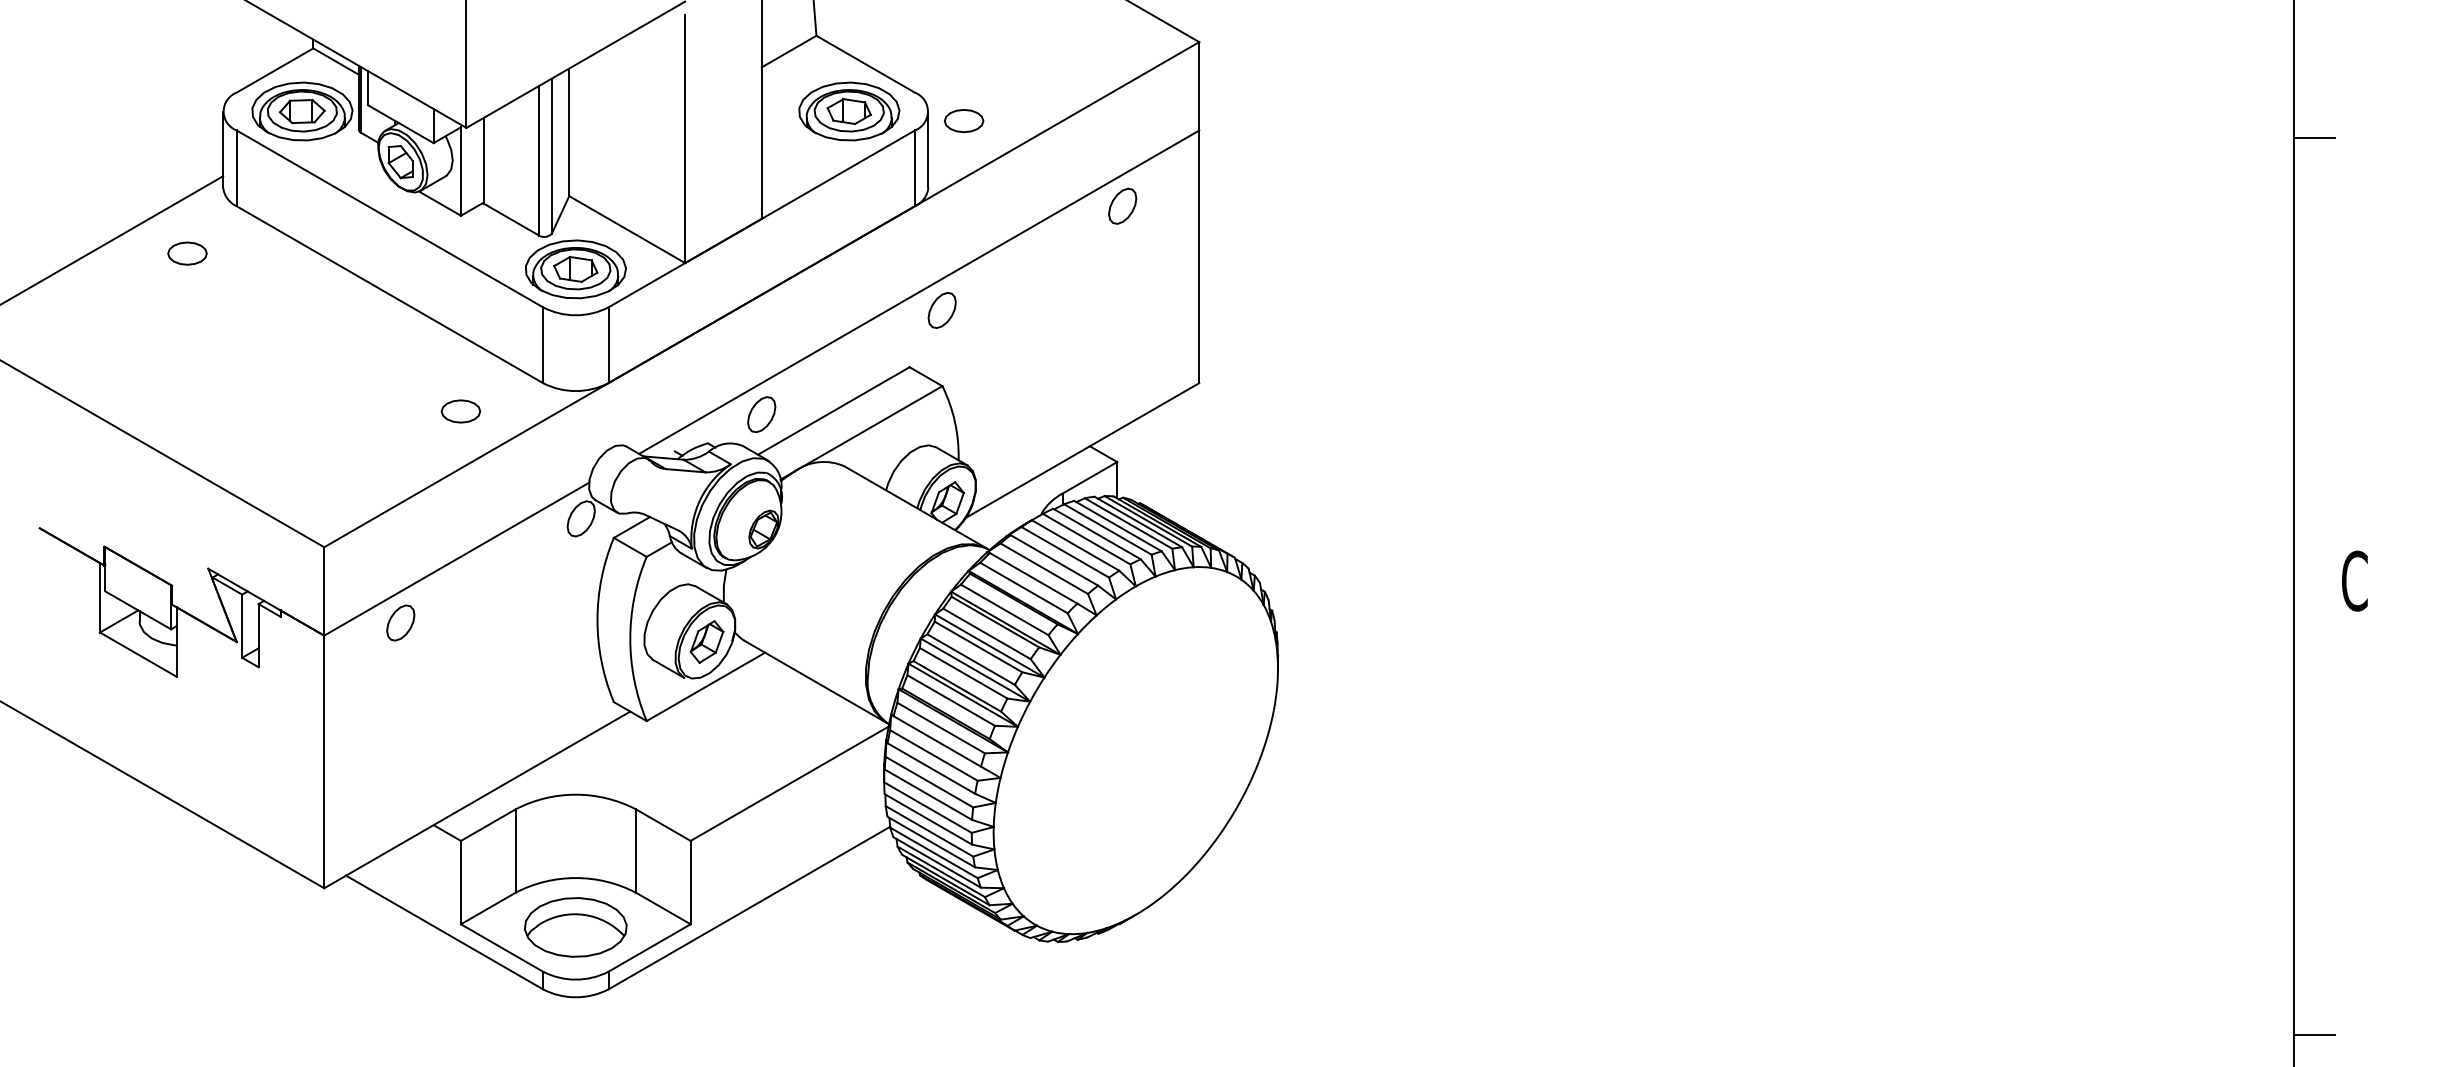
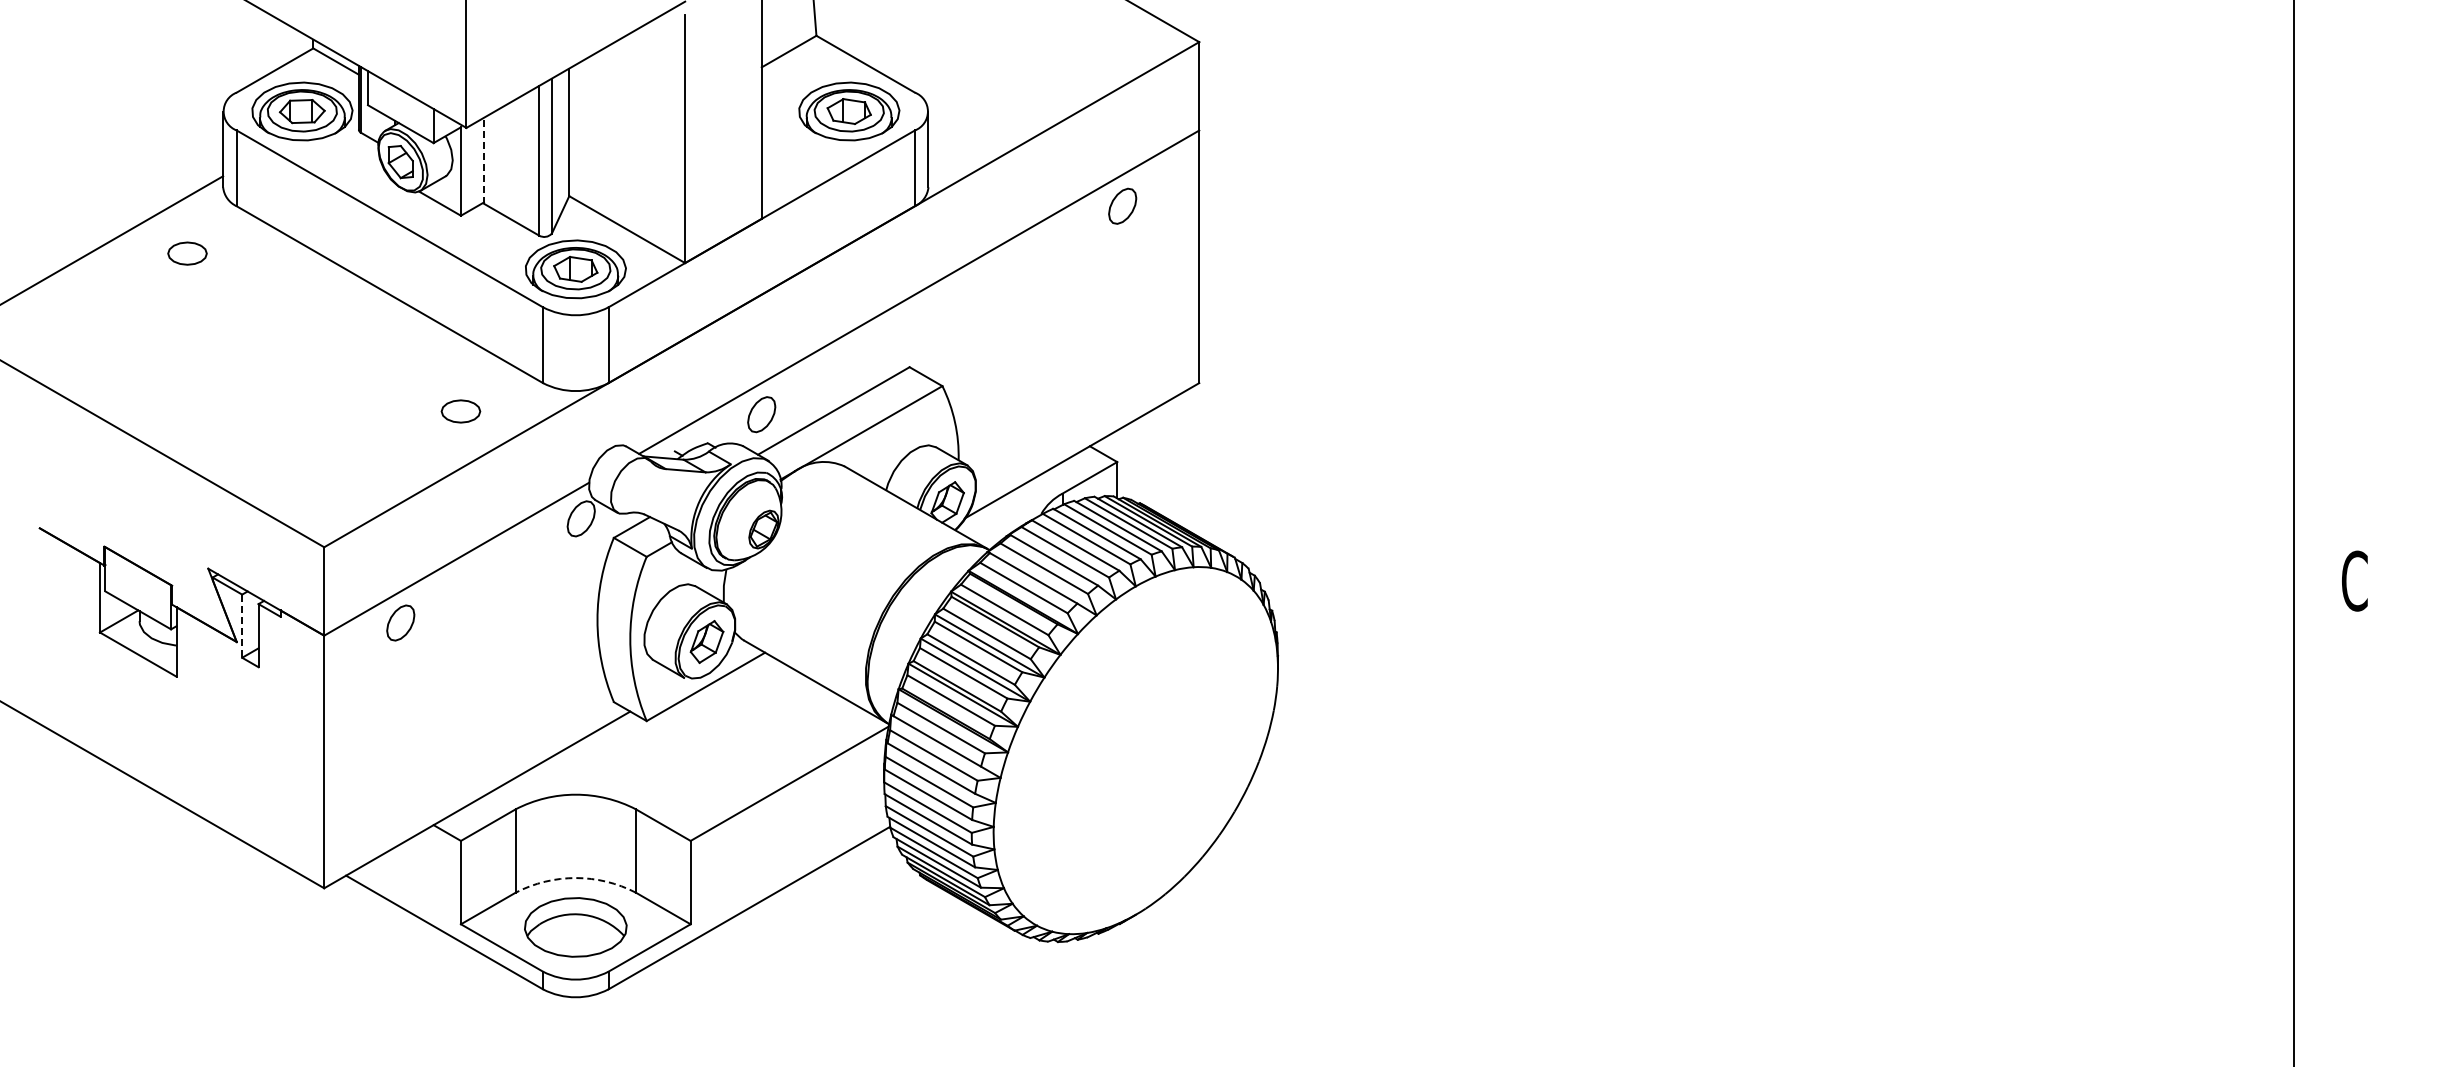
part at (964, 121): present -> none
line at (2314, 138): present -> none
line at (483, 160): solid -> dashed
part at (941, 310): present -> none
line at (242, 626): solid -> dashed
arc at (575, 878): solid -> dashed
line at (2314, 1035): present -> none
